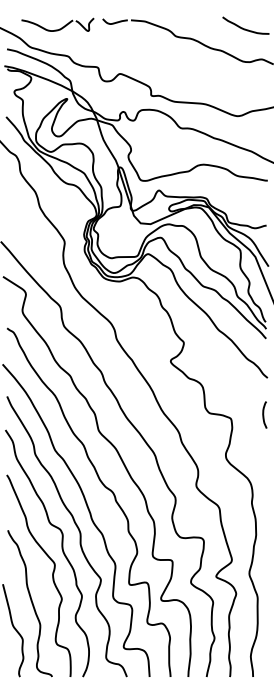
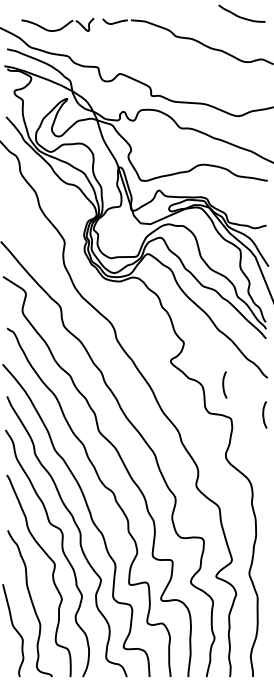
curve at (245, 28) position: (245, 28) -> (241, 16)
curve at (224, 384): none -> present
